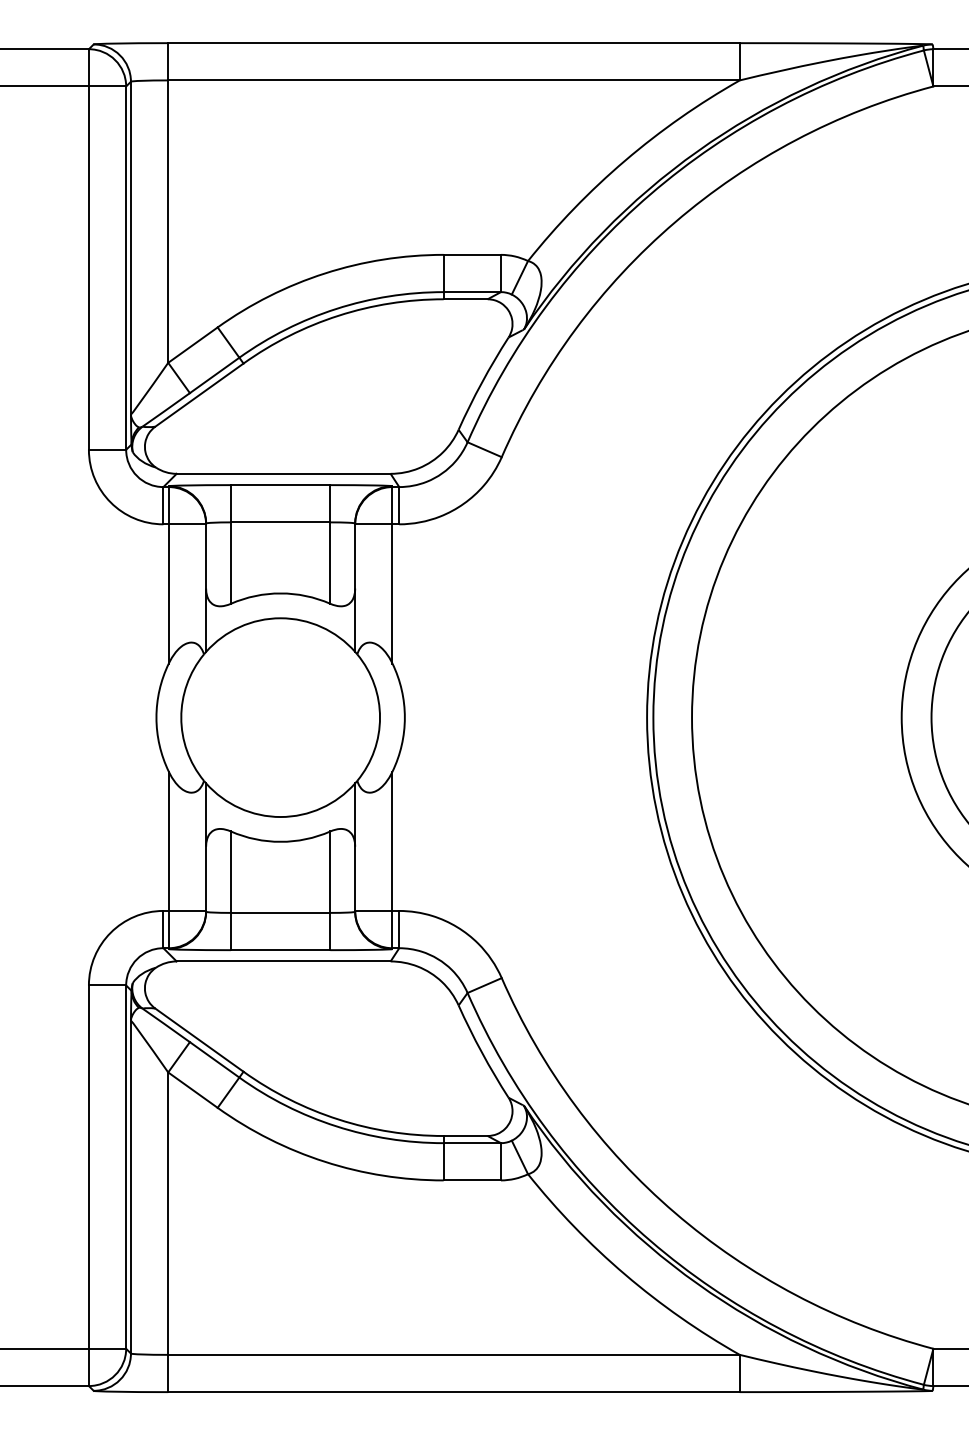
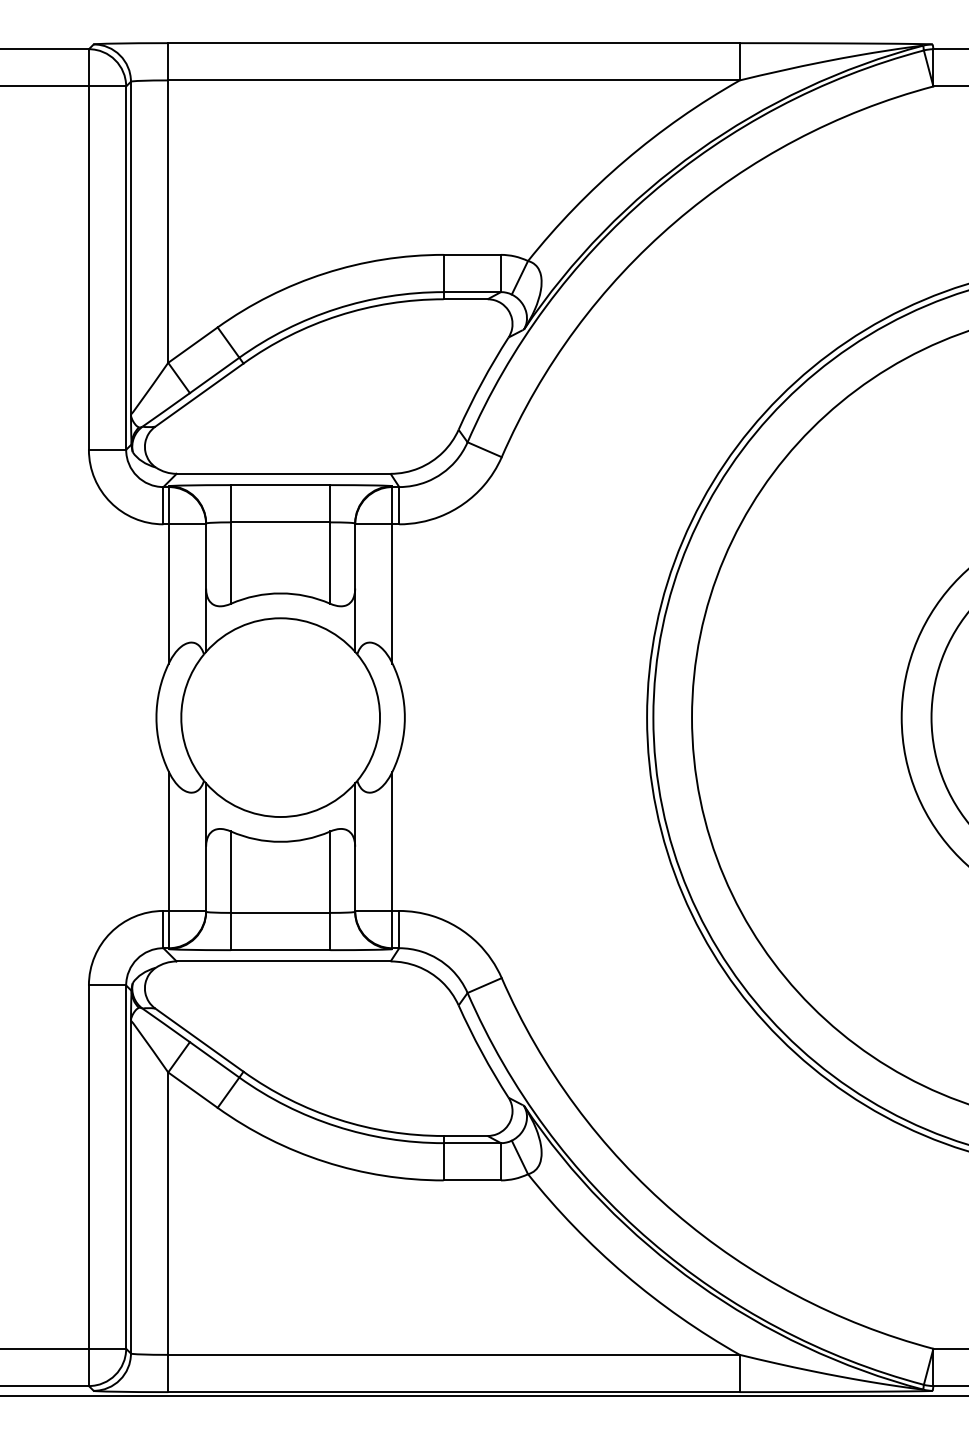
line at (483, 1395): none -> present
